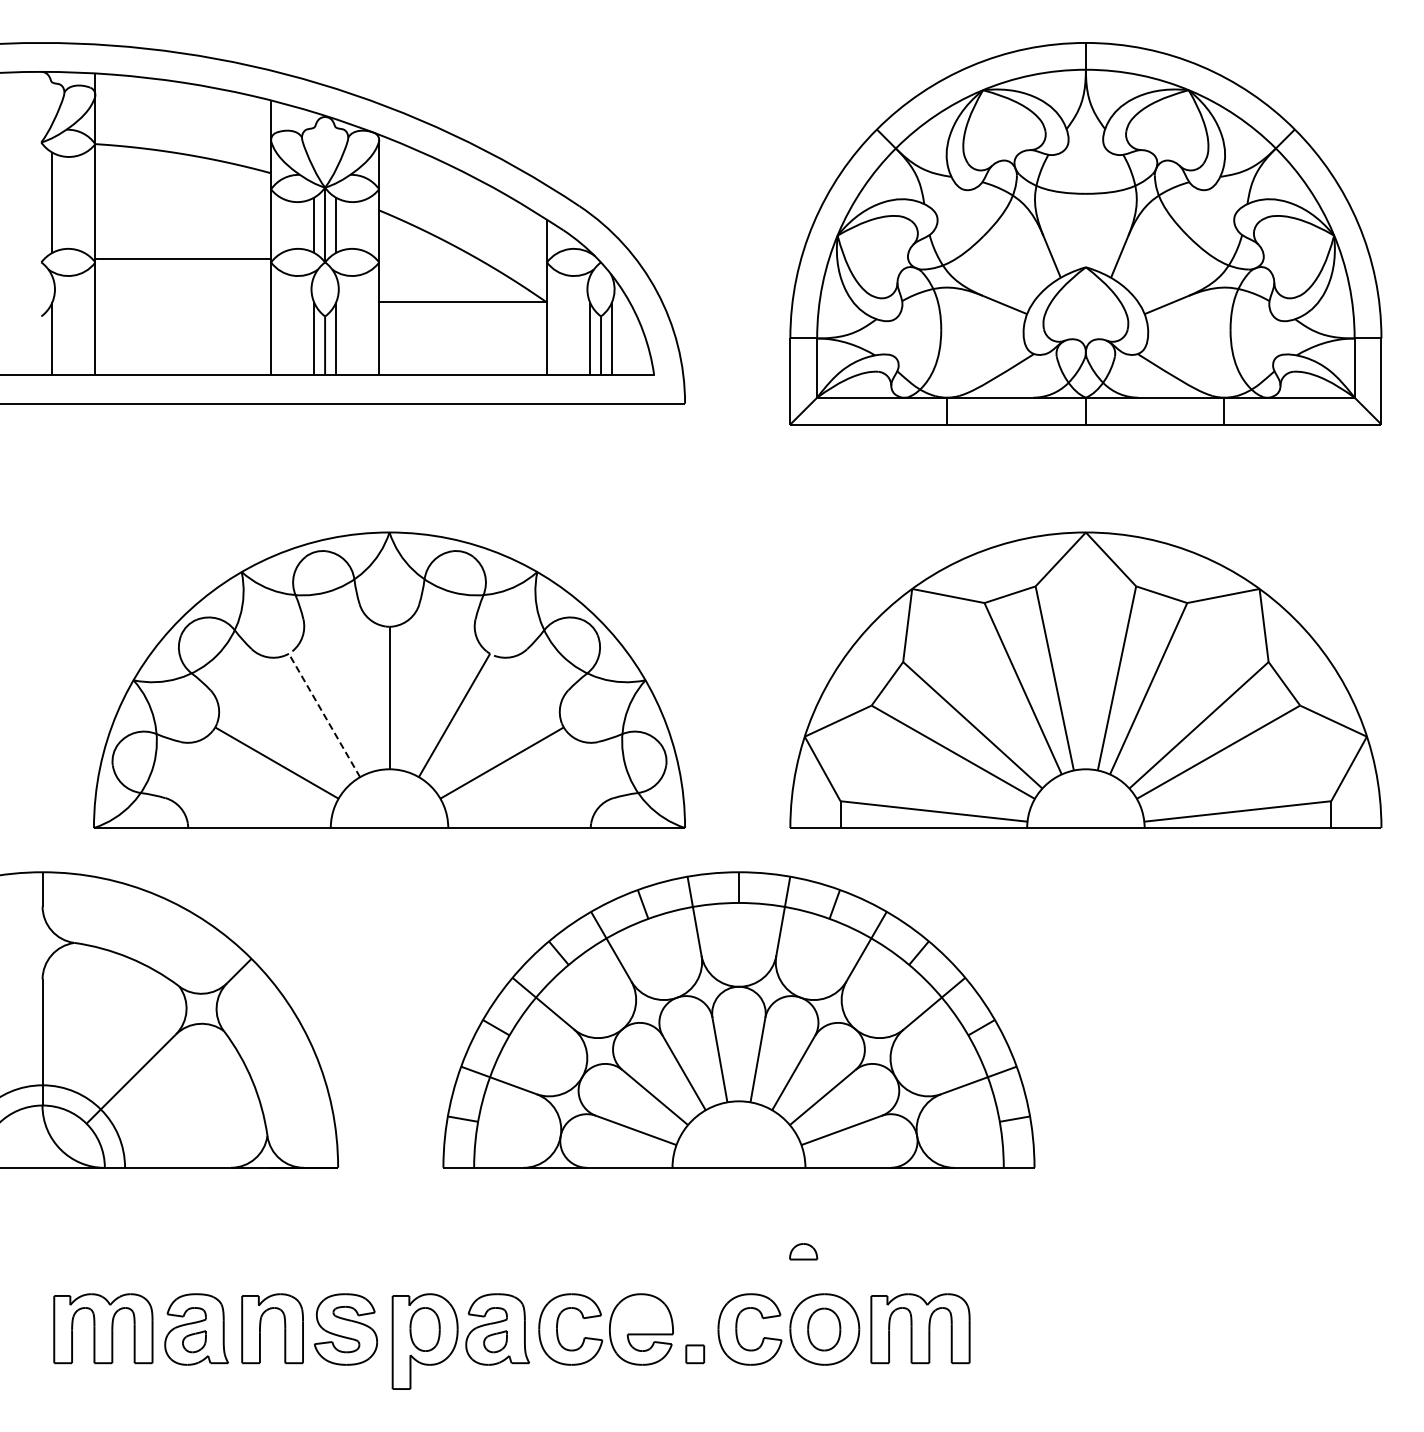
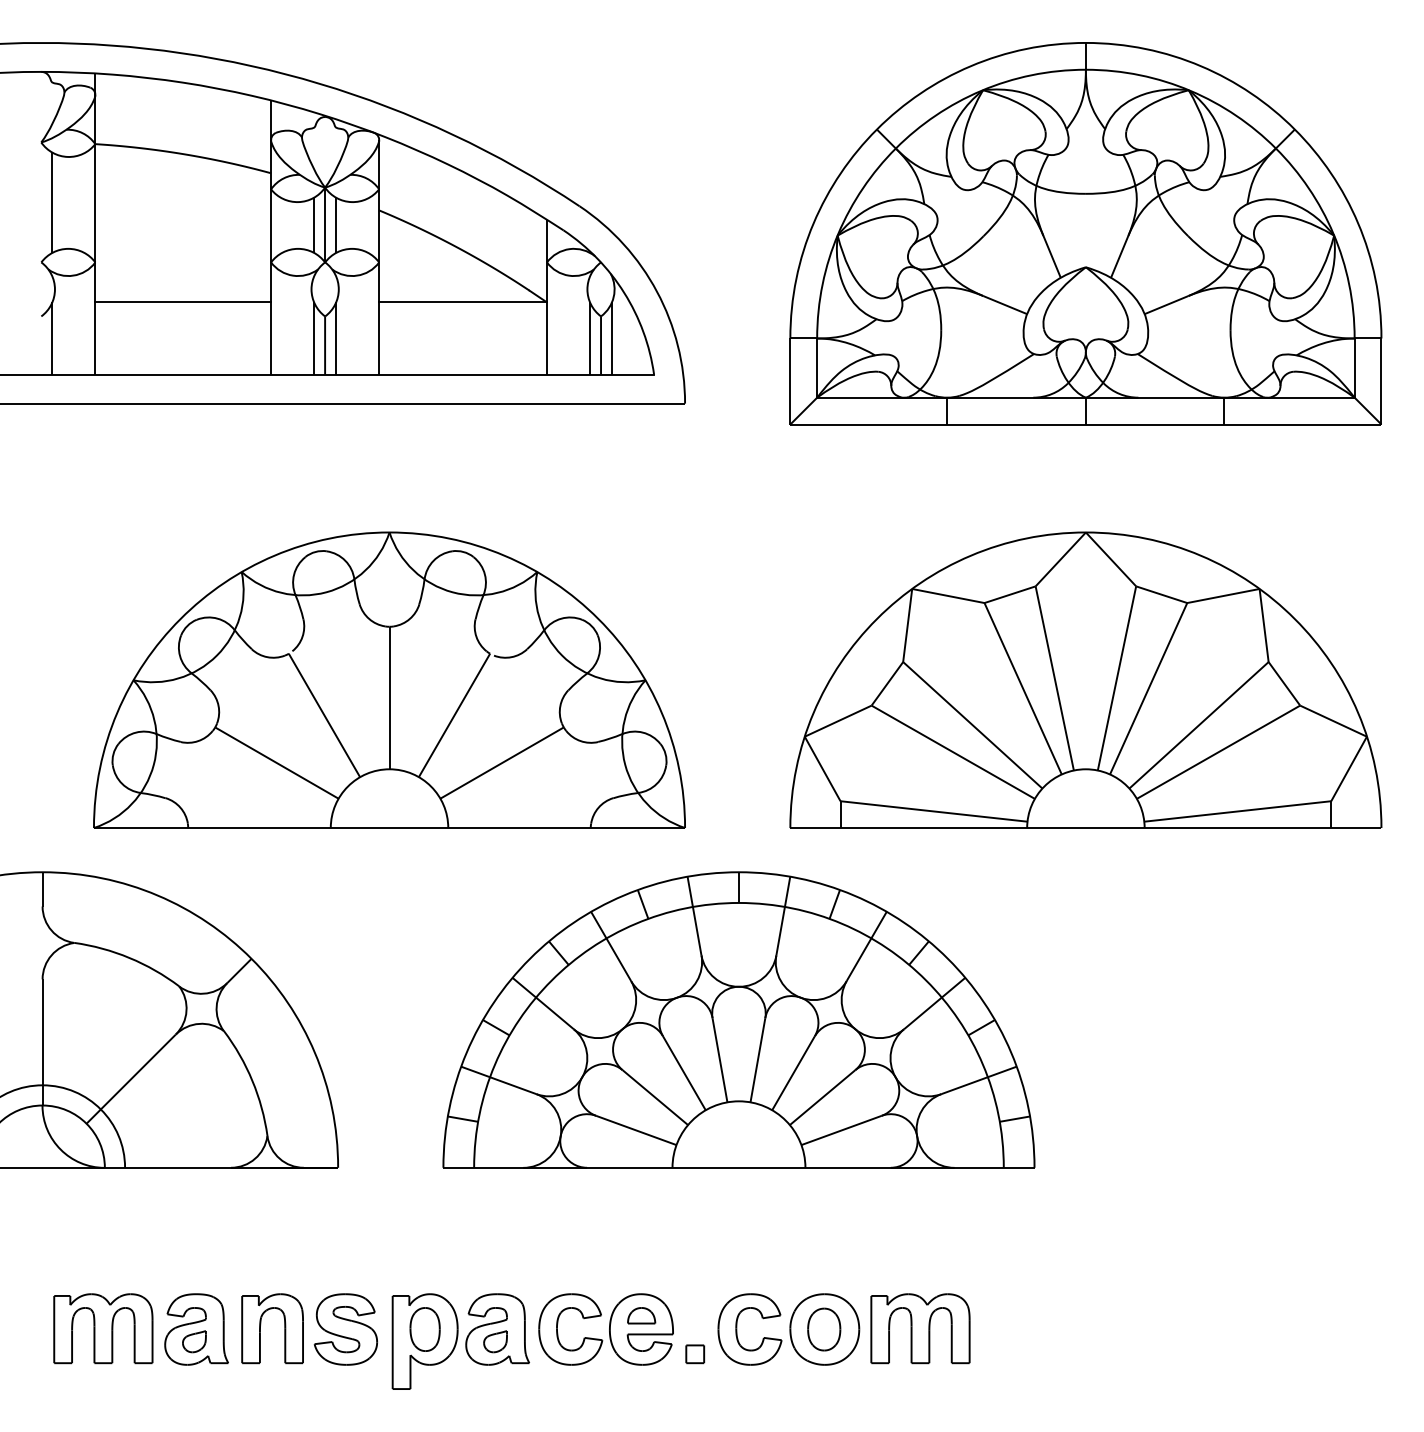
line at (183, 259) position: (183, 259) -> (183, 302)
line at (324, 715): dashed -> solid
part at (803, 1251) position: (803, 1251) -> (641, 1315)
